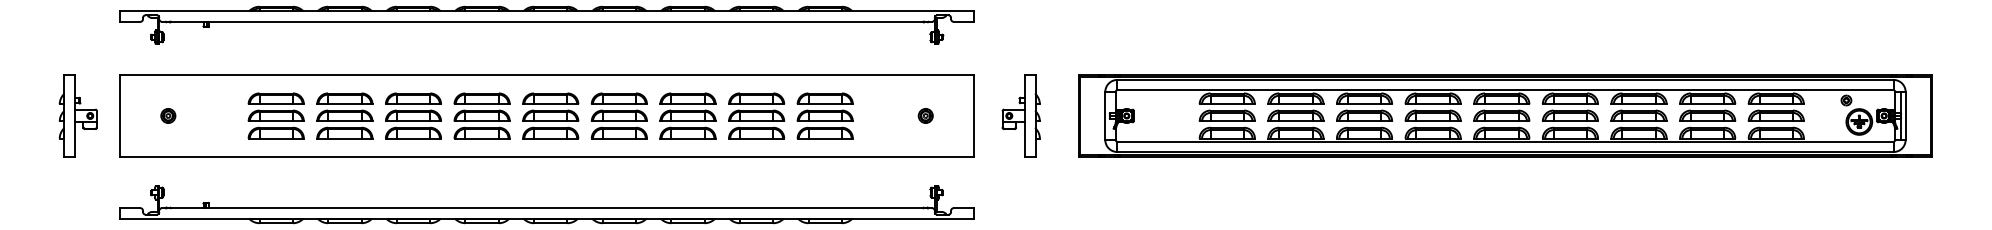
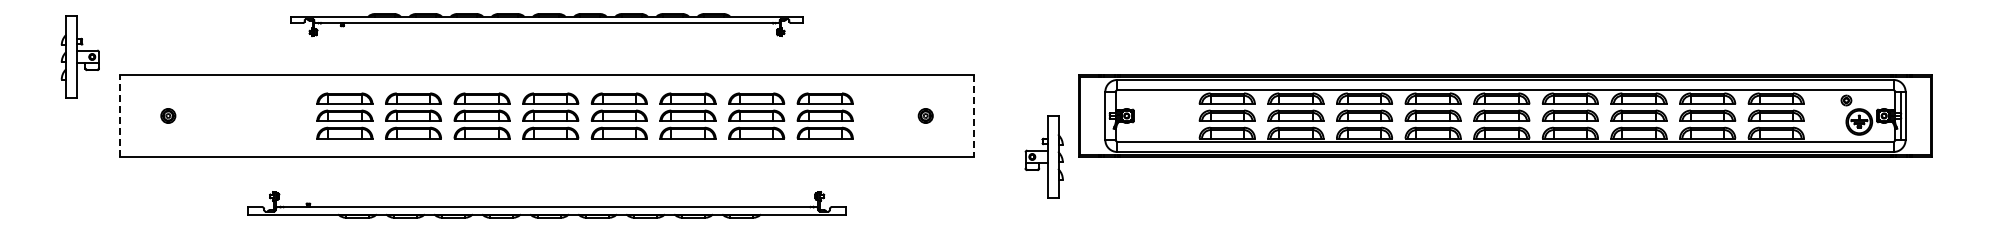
part at (546, 24) size: 856x40 px -> 514x24 px
part at (77, 115) position: (77, 115) -> (79, 56)
line at (120, 115): solid -> dashed
part at (275, 115): present -> none
part at (1020, 115) position: (1020, 115) -> (1043, 156)
line at (973, 116): solid -> dashed
part at (546, 204) size: 856x40 px -> 600x28 px
